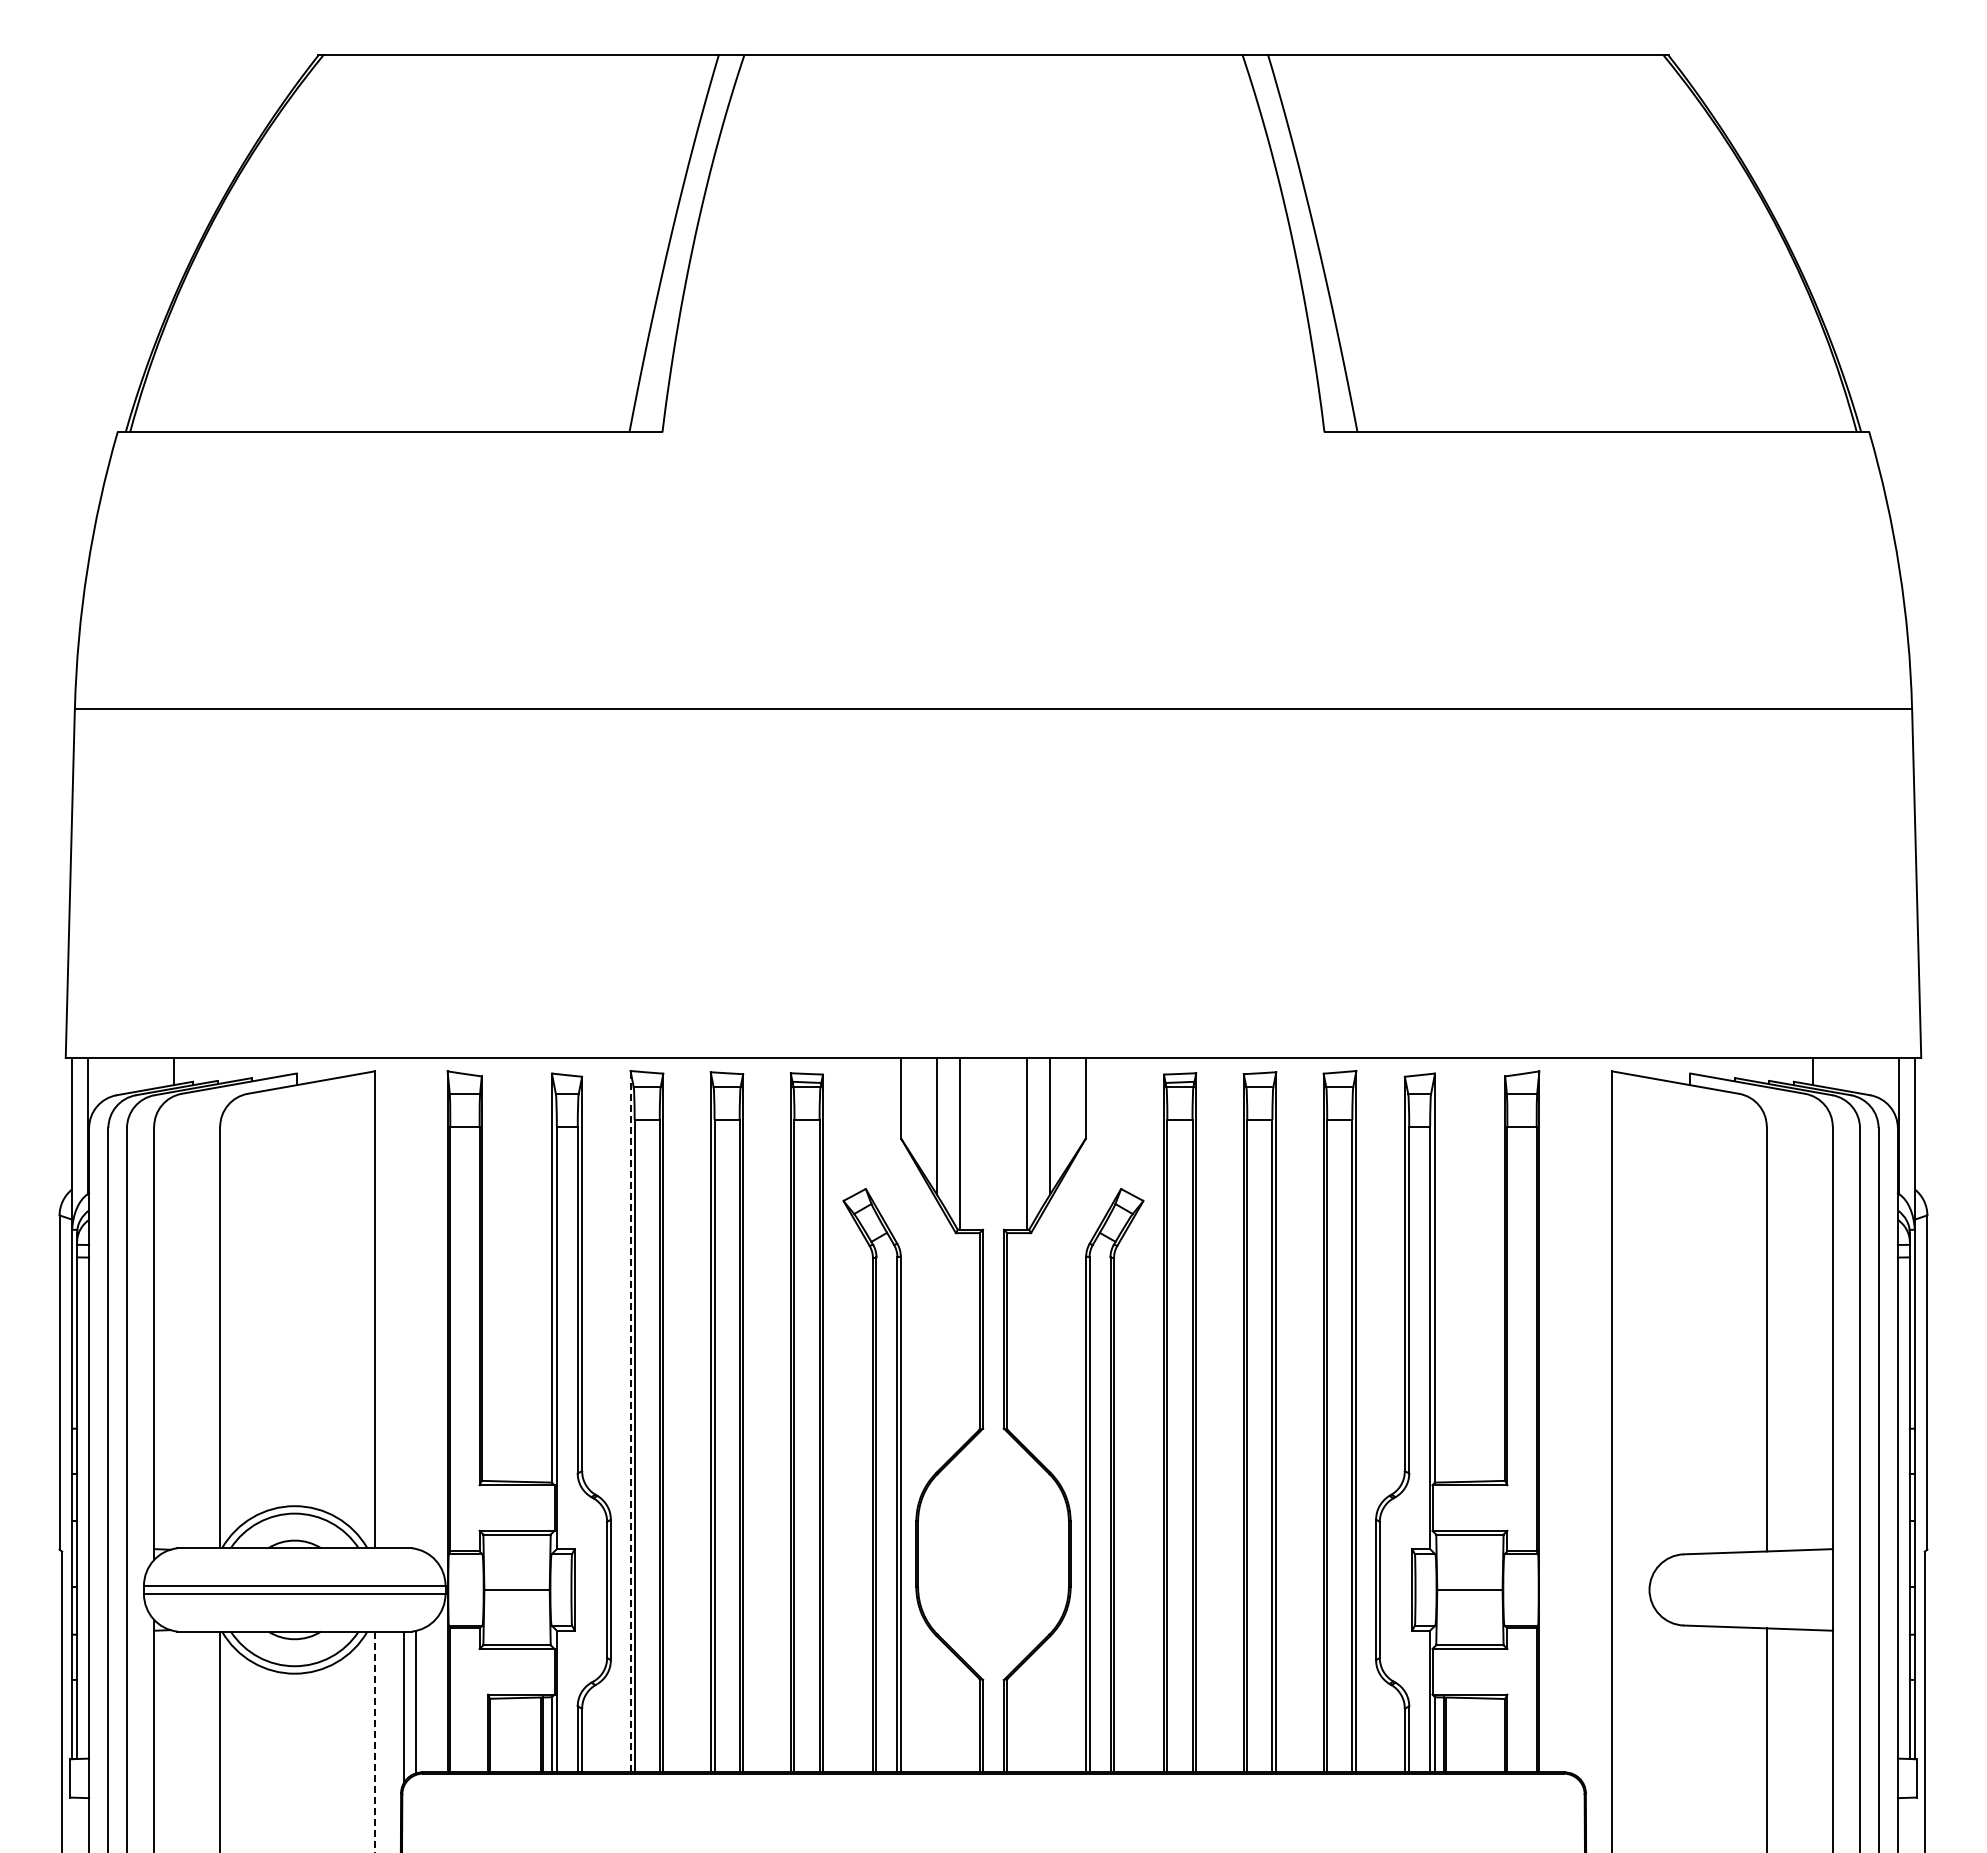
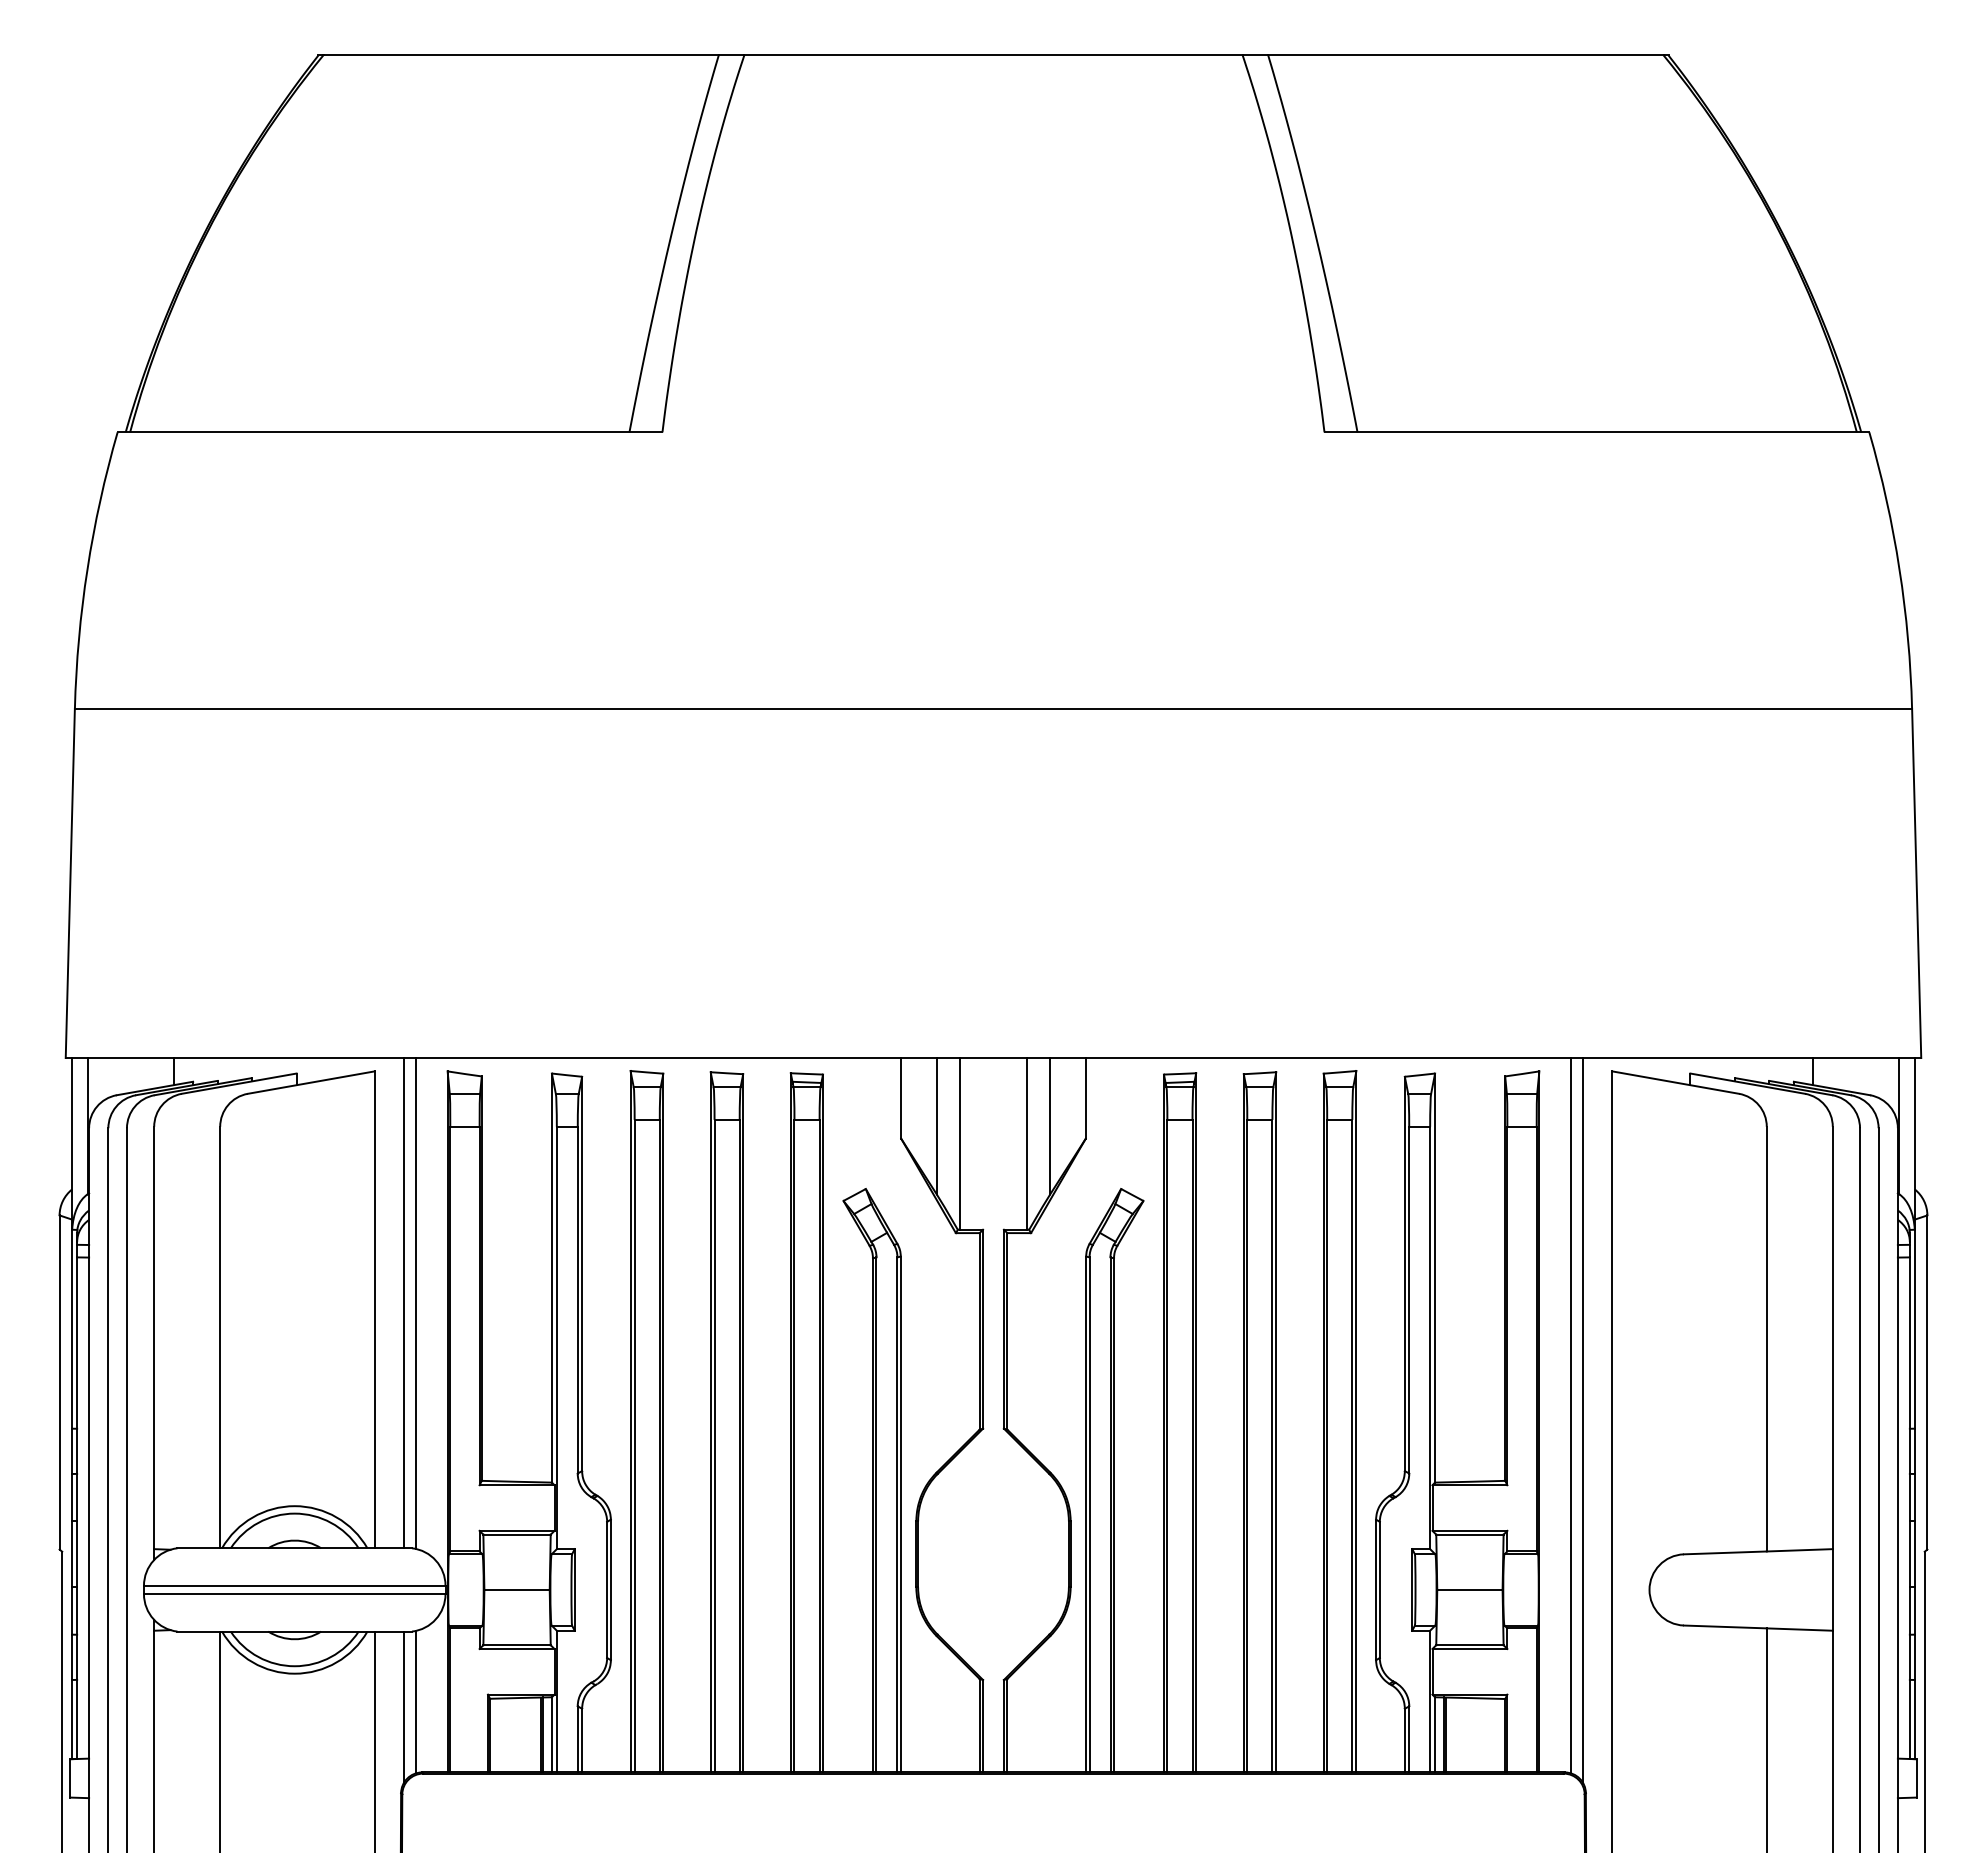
line at (404, 1303): none -> present
line at (416, 1303): none -> present
line at (1570, 1415): none -> present
line at (1582, 1420): none -> present
line at (630, 1421): dashed -> solid
line at (374, 1741): dashed -> solid
